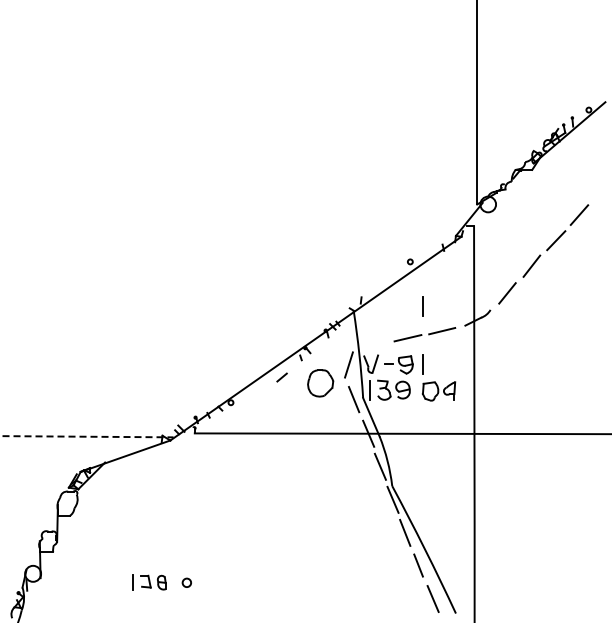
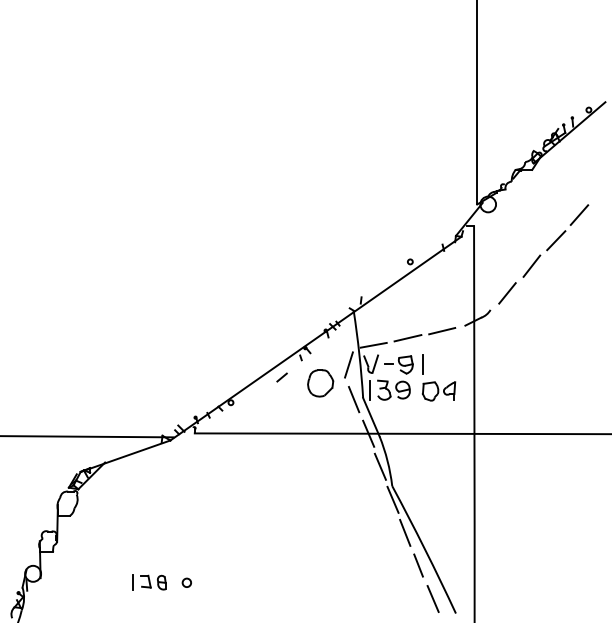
line at (422, 306): present -> none
line at (373, 344): none -> present
line at (87, 436): dashed -> solid
